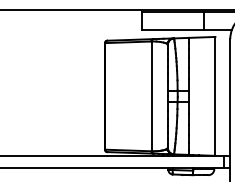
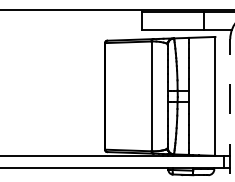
line at (230, 110): solid -> dashed
